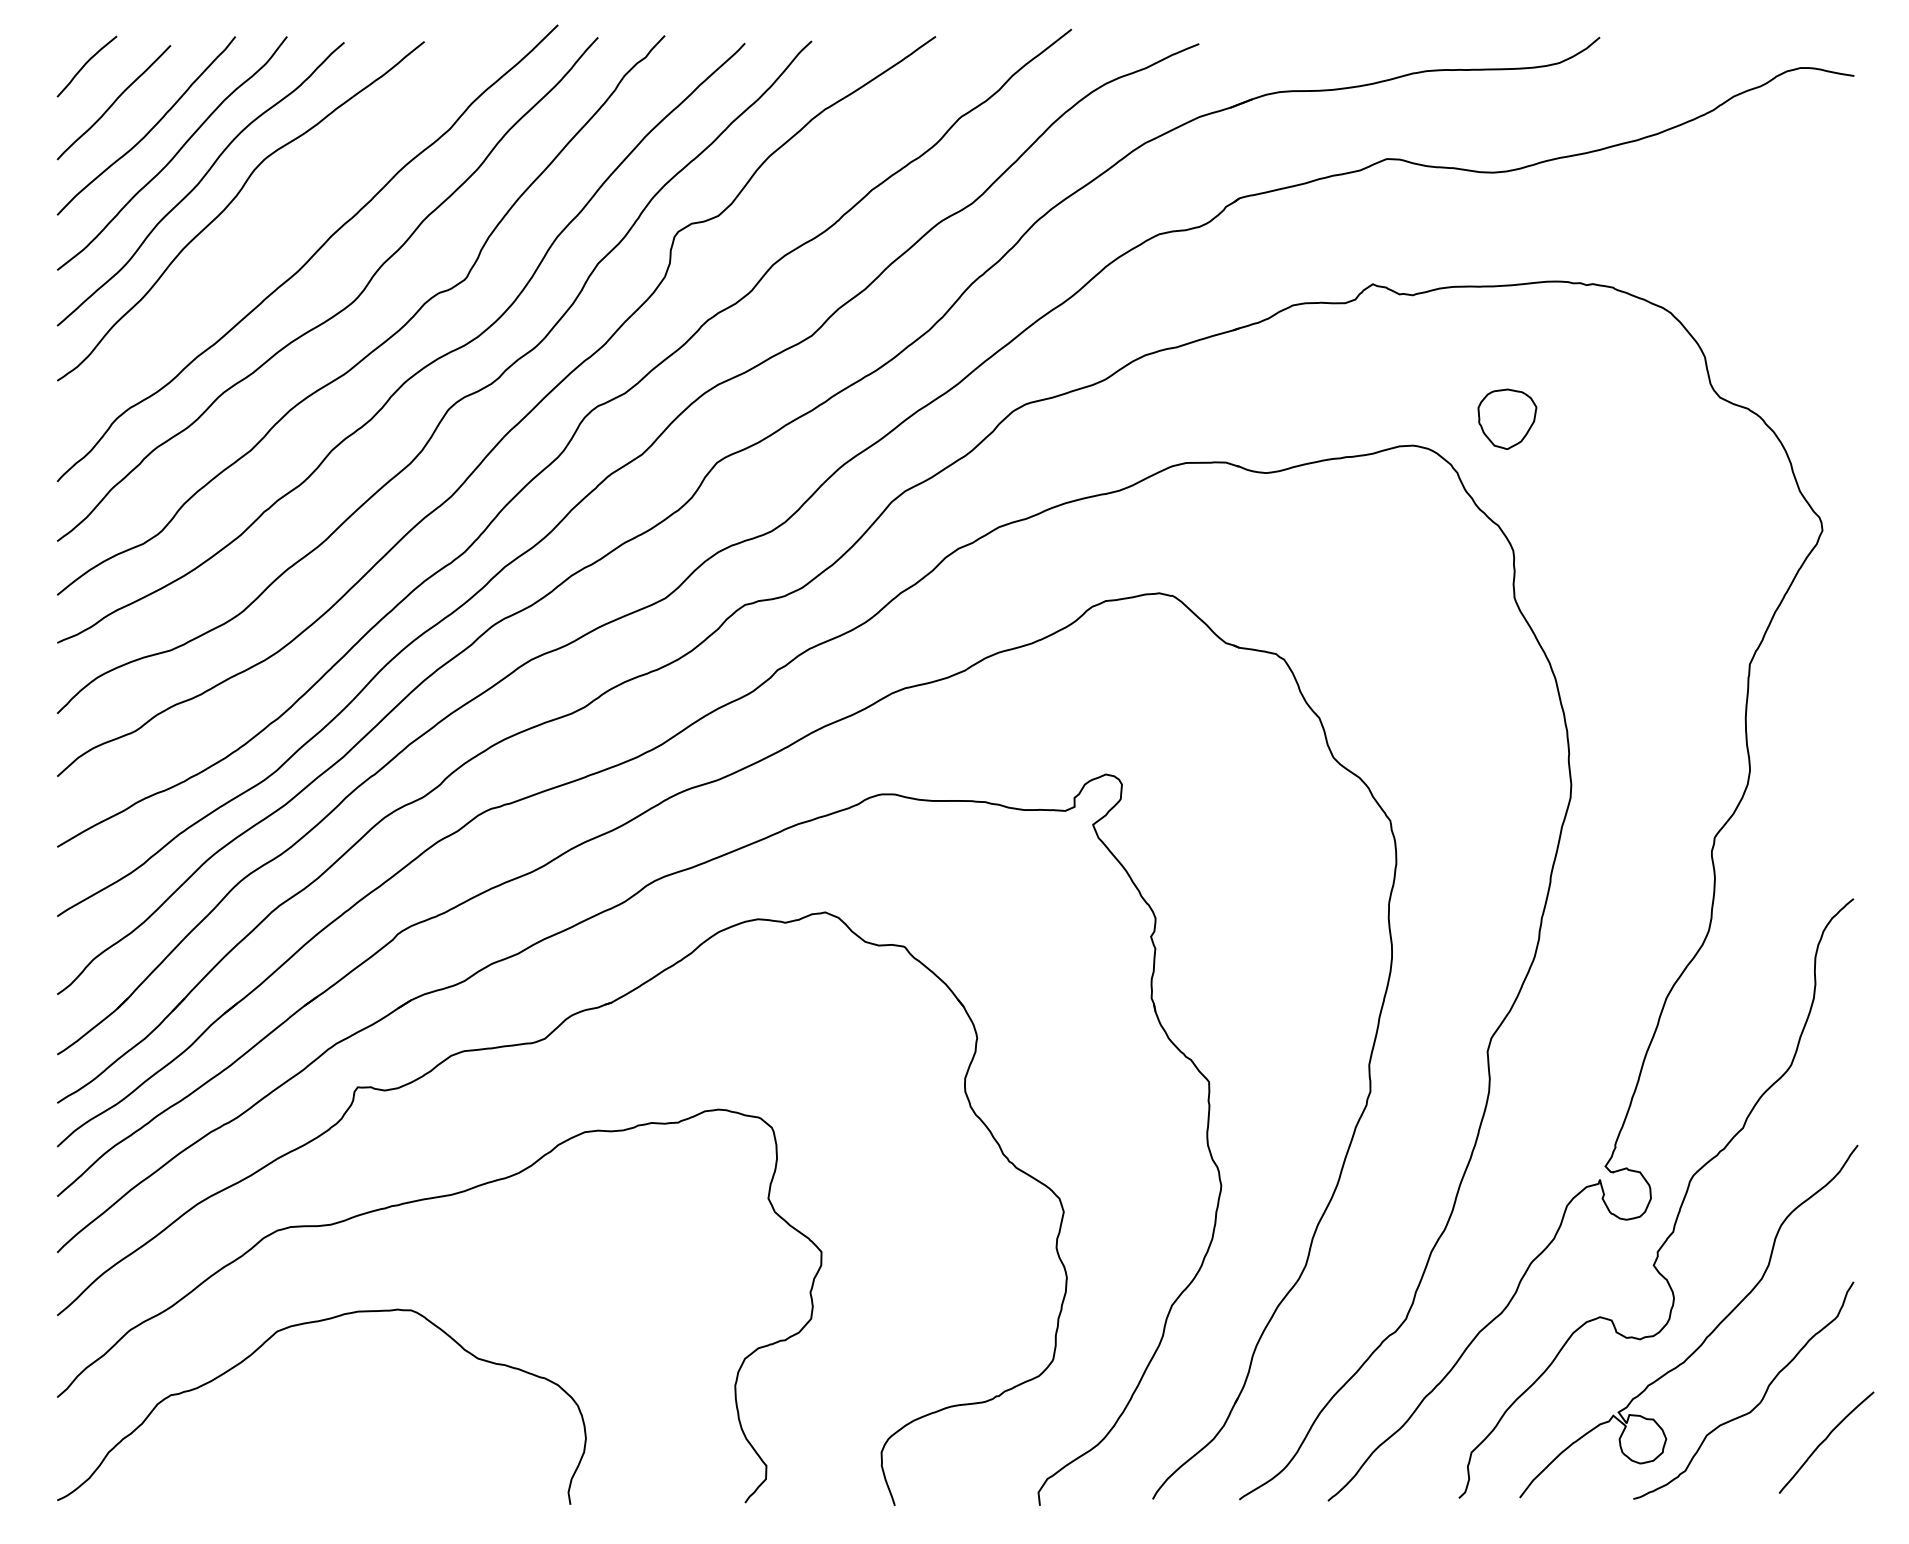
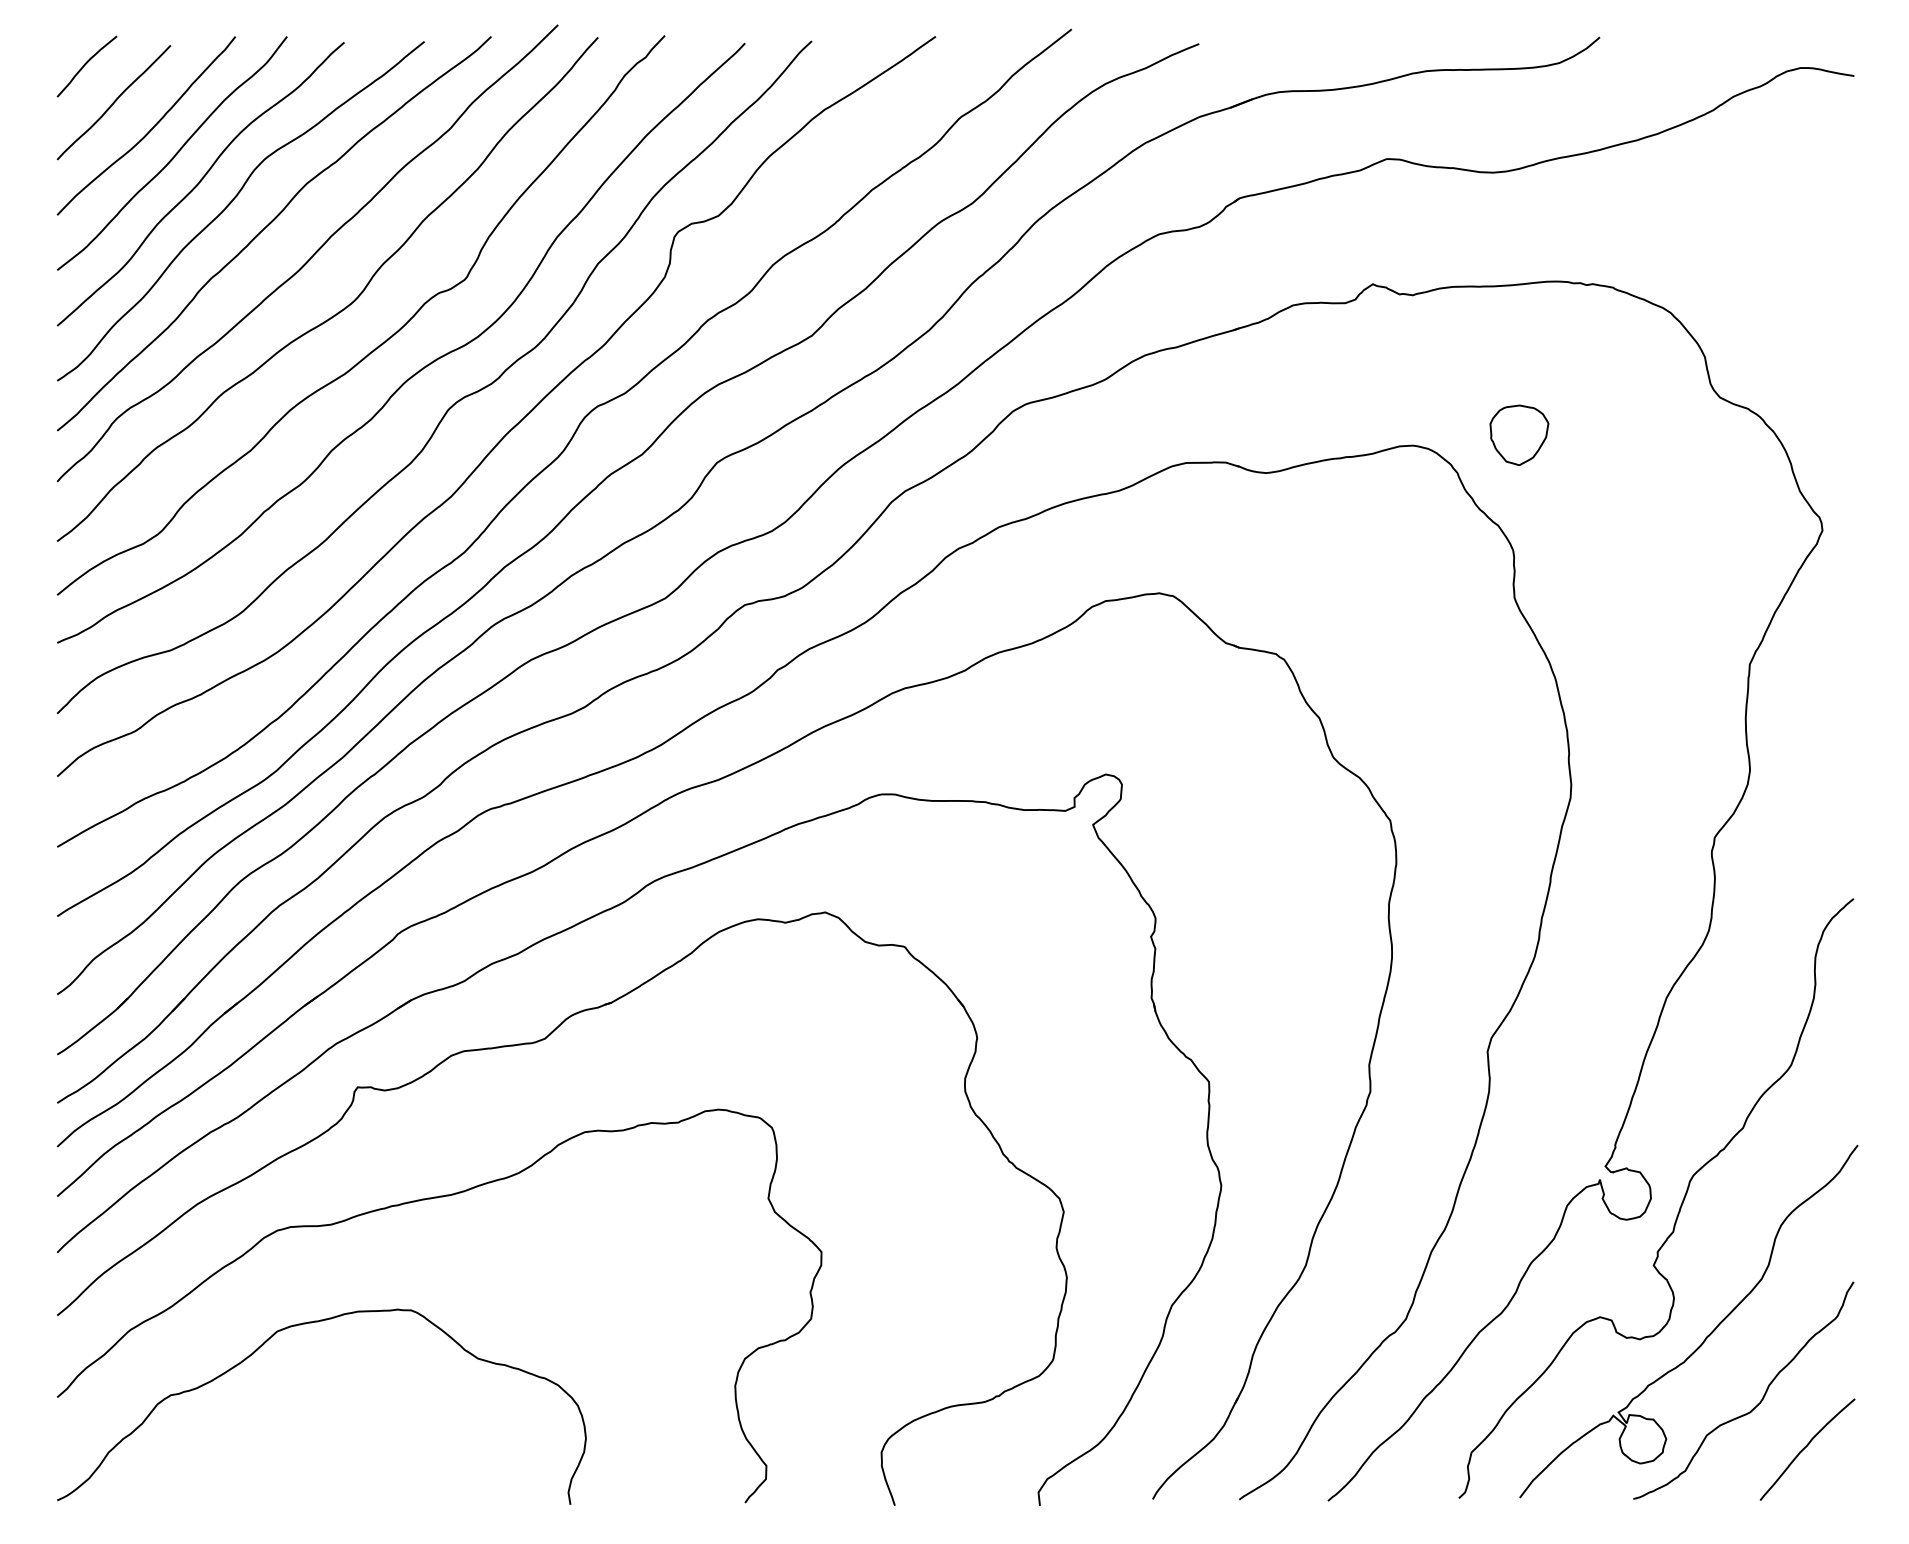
curve at (268, 226): none -> present
part at (1507, 418) position: (1507, 418) -> (1519, 434)
curve at (1825, 1440) position: (1825, 1440) -> (1806, 1447)
